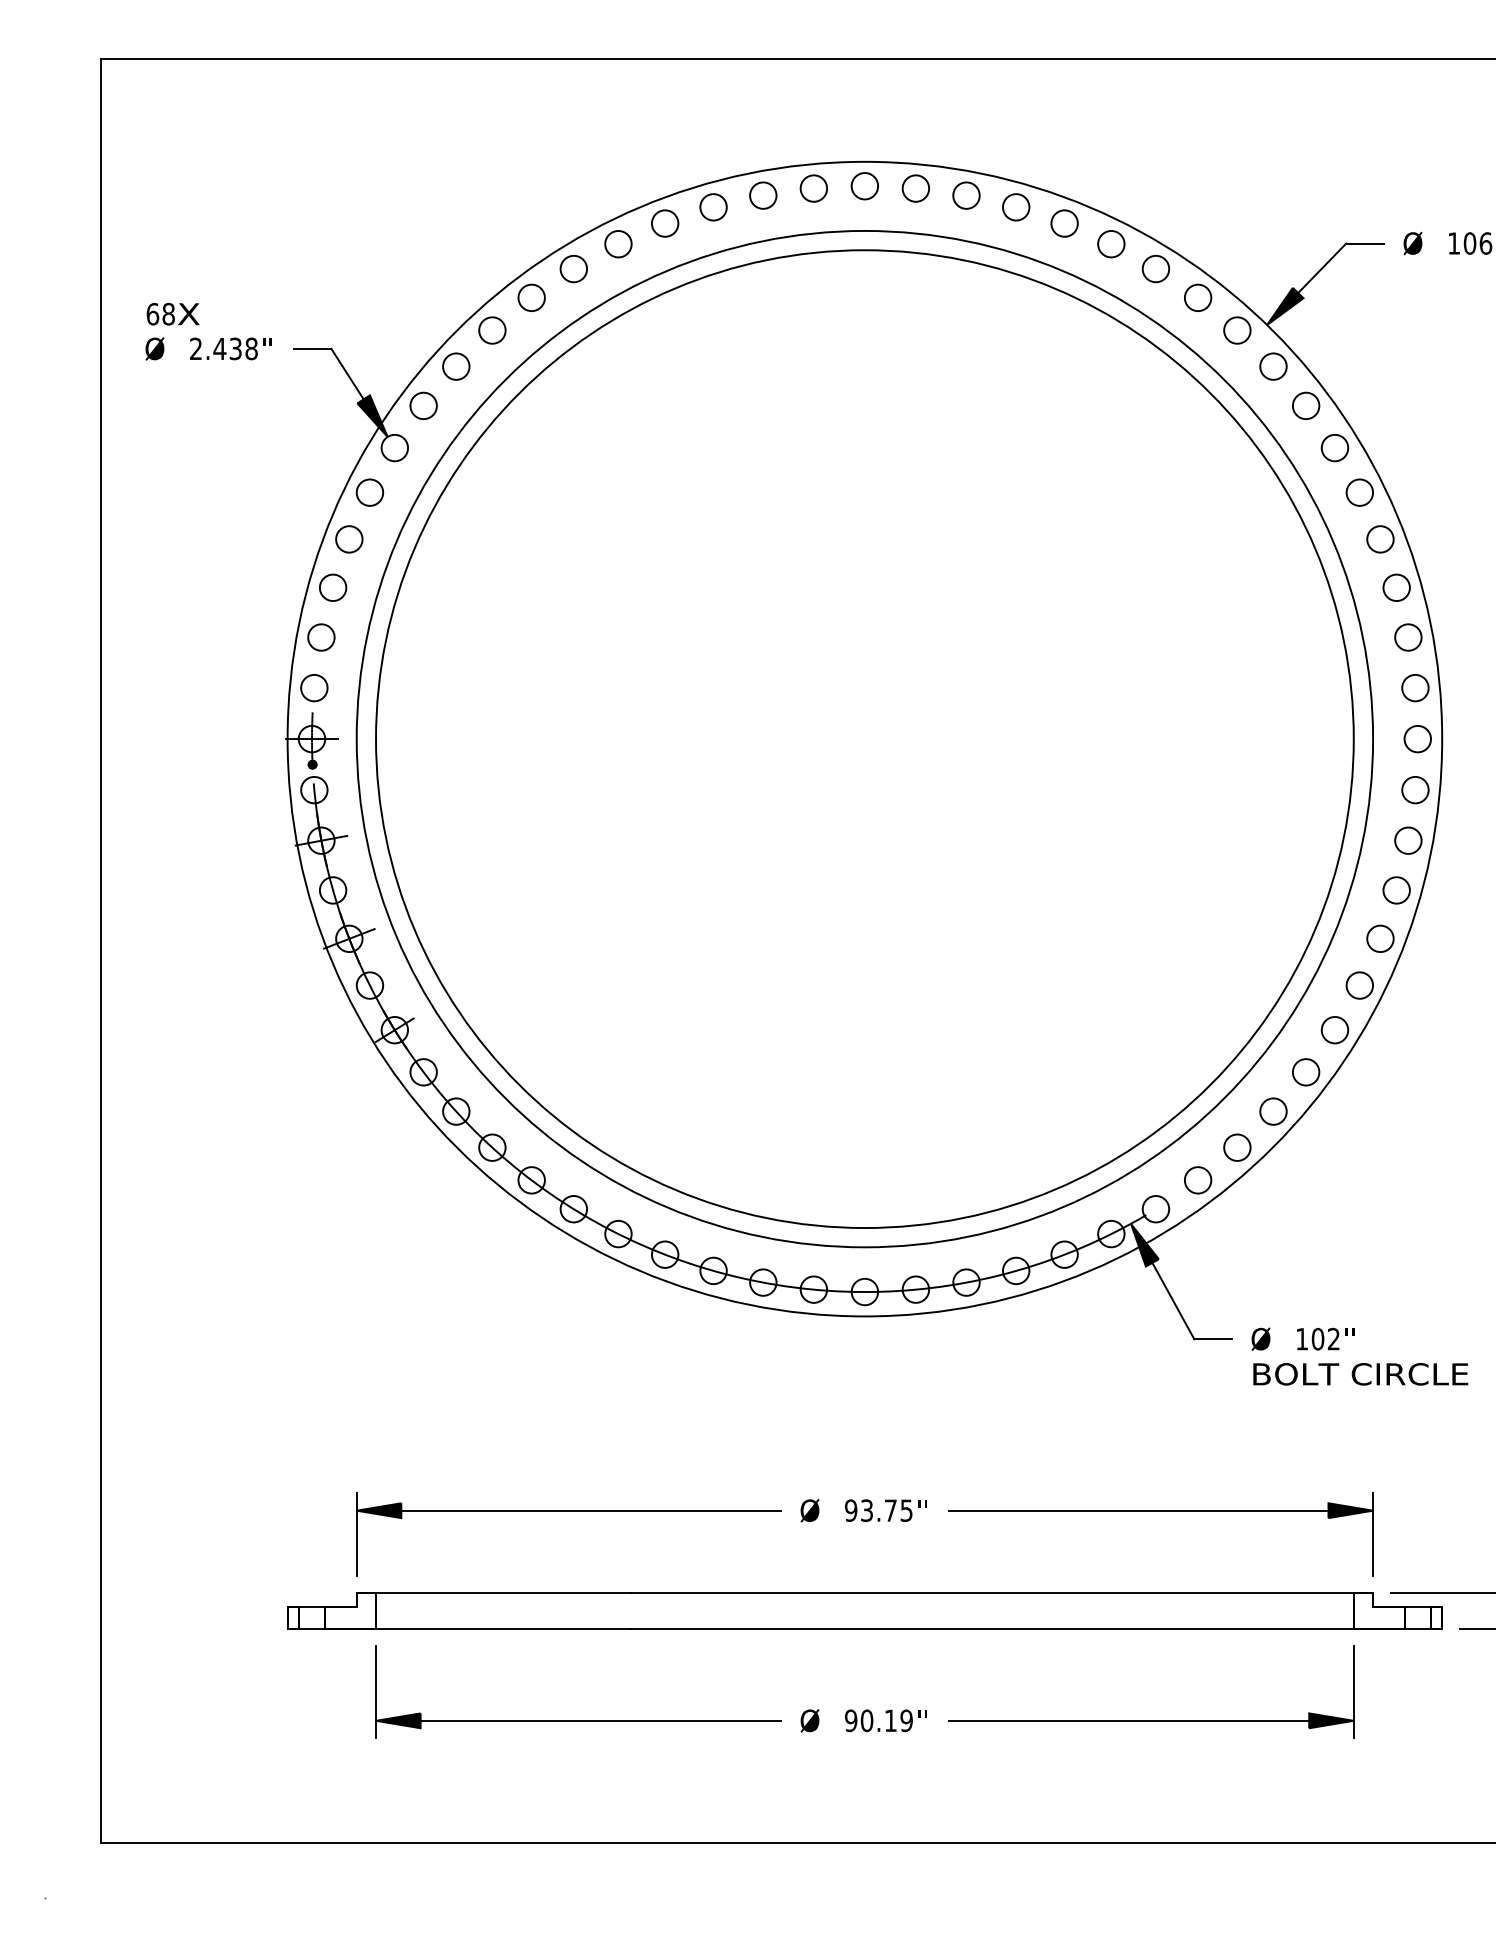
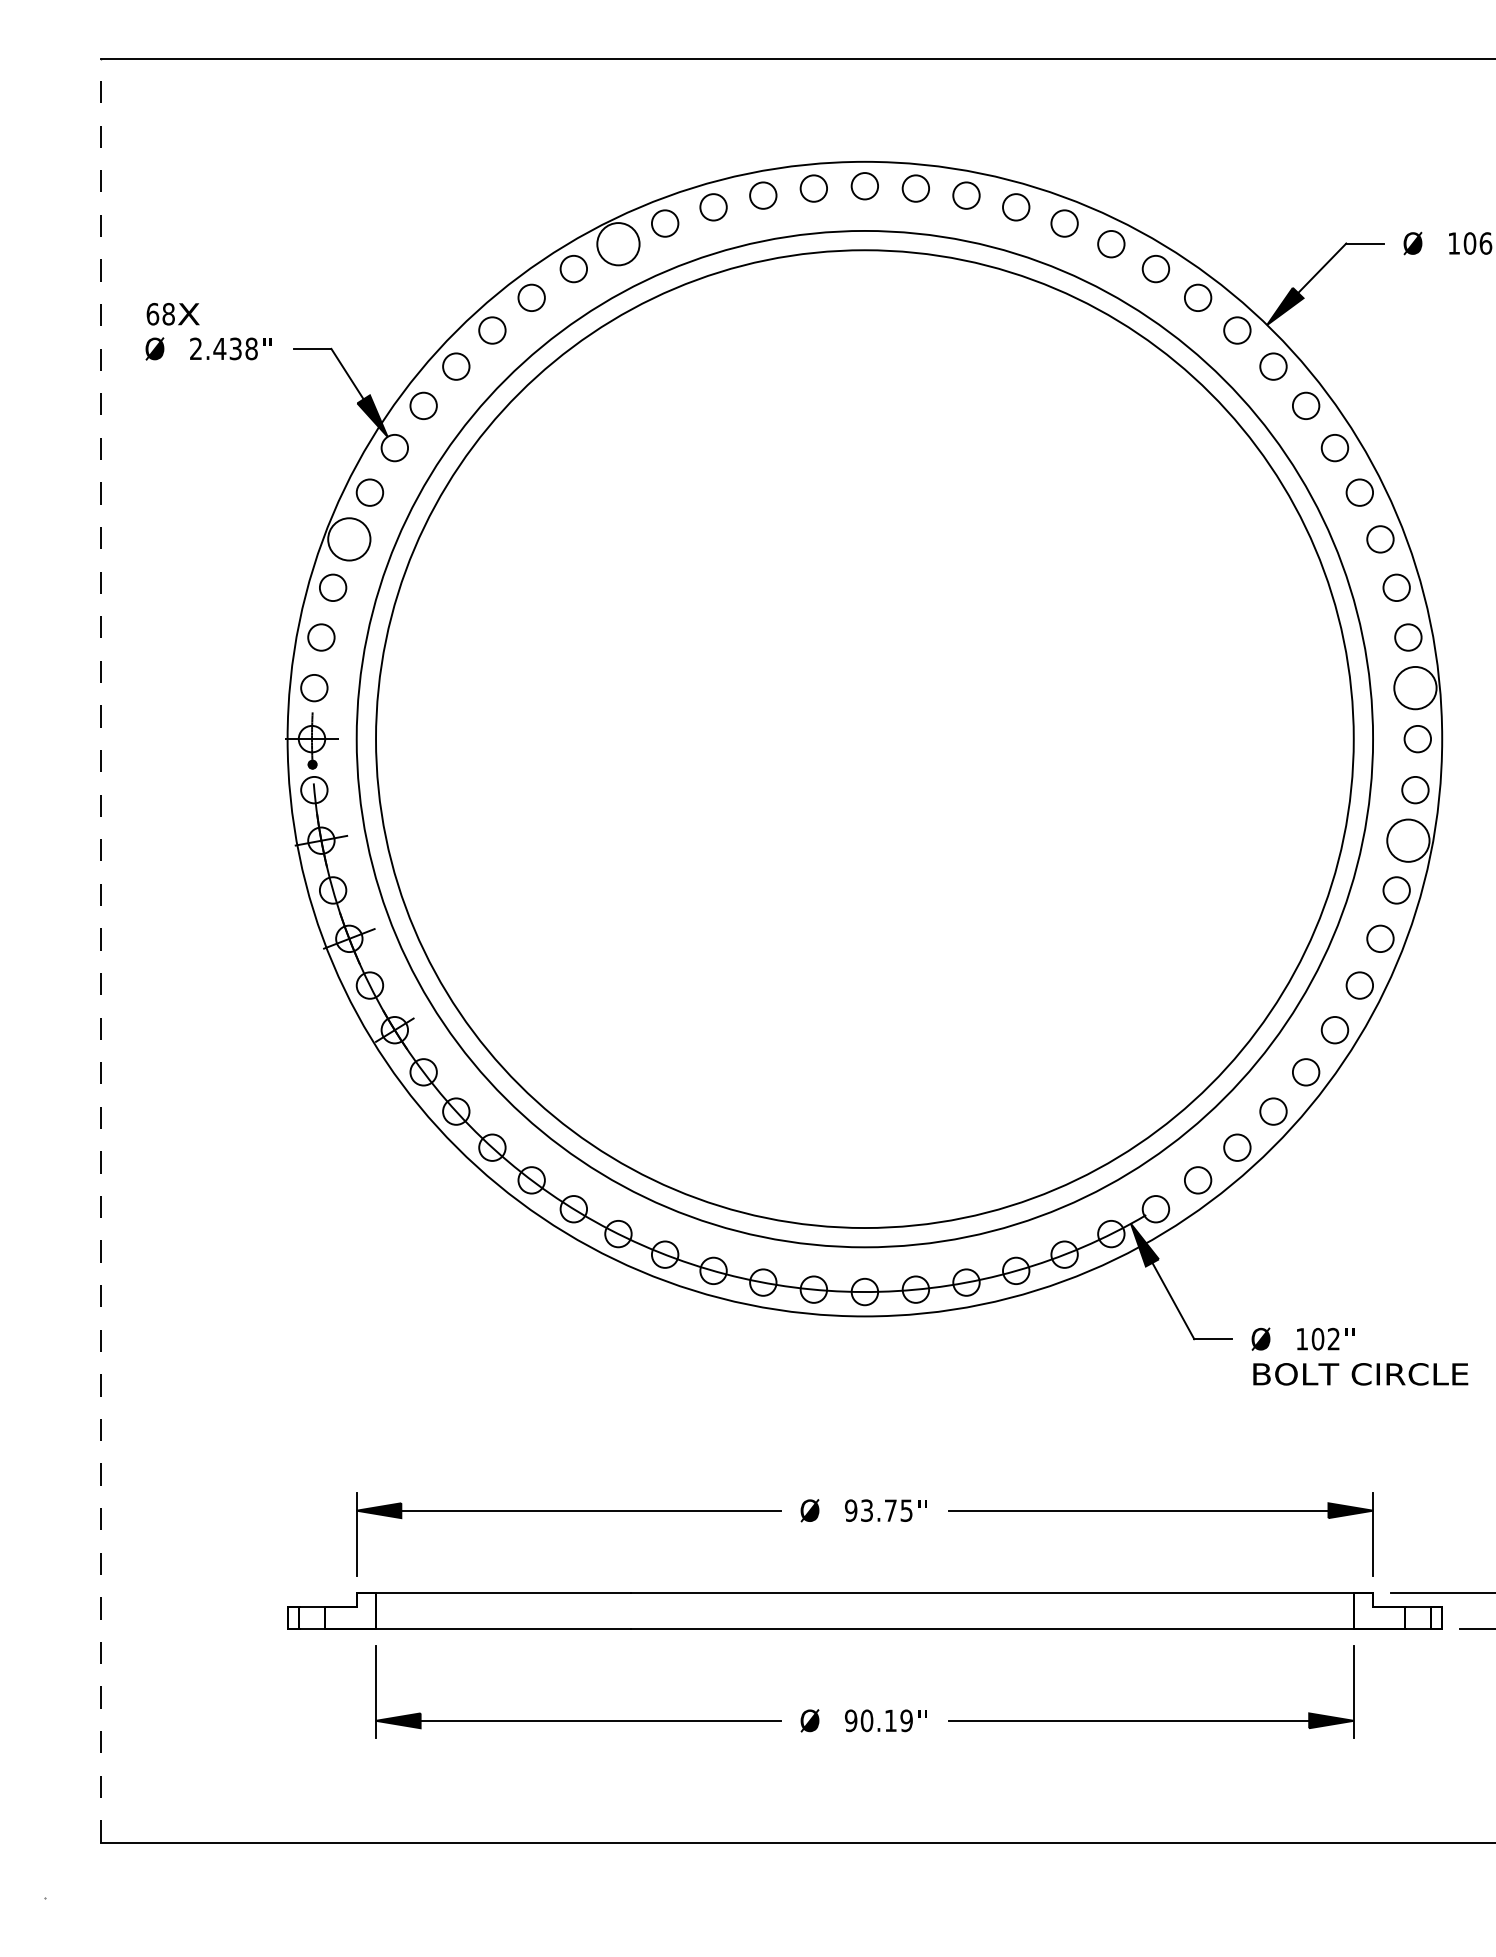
circle at (618, 243) diameter: 26 px -> 42 px
circle at (349, 539) diameter: 26 px -> 42 px
circle at (1415, 687) diameter: 26 px -> 42 px
circle at (1408, 840) diameter: 26 px -> 42 px
line at (100, 950): solid -> dashed
